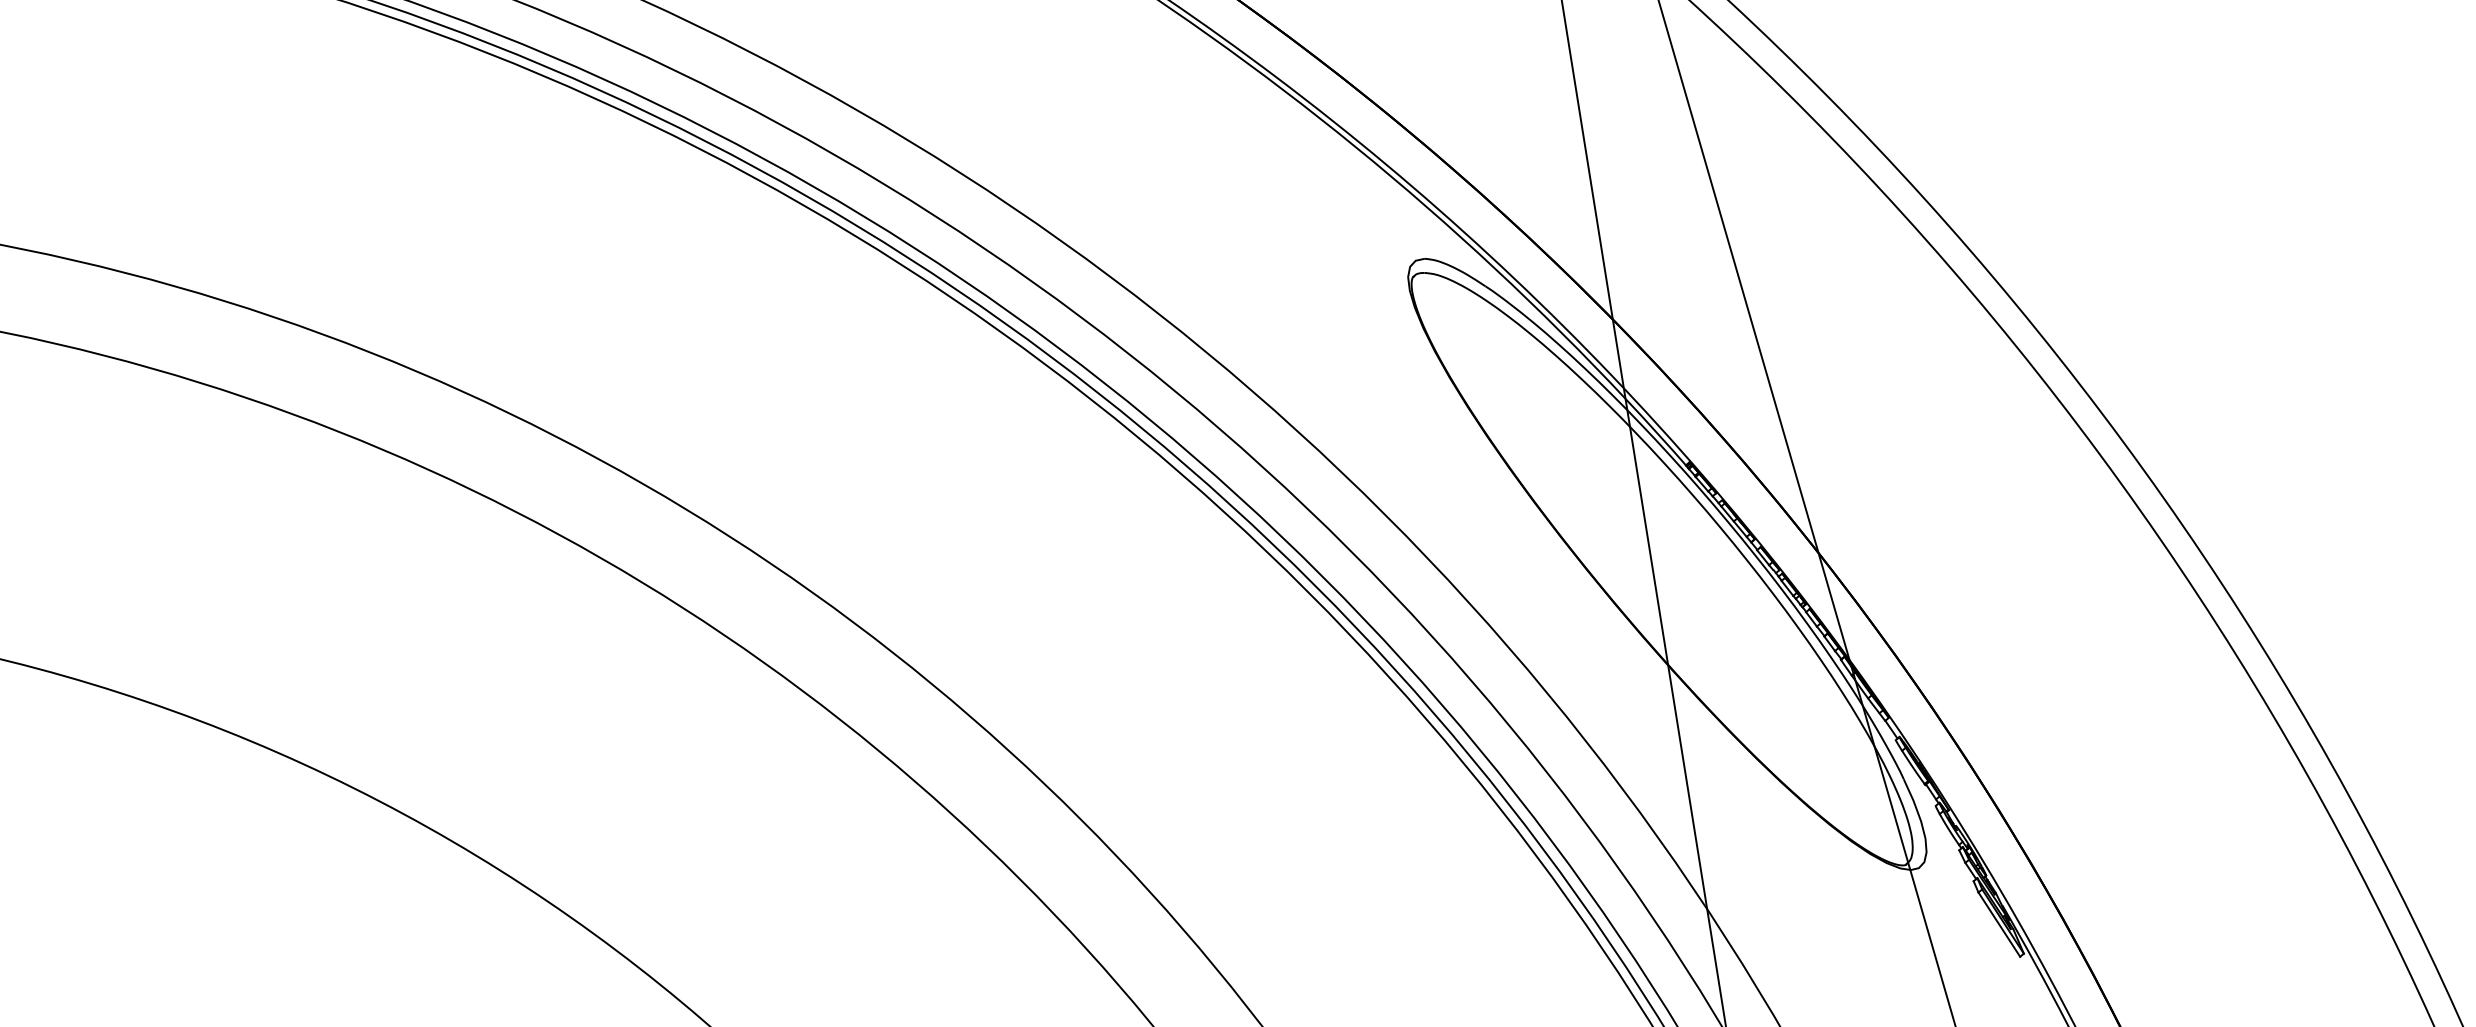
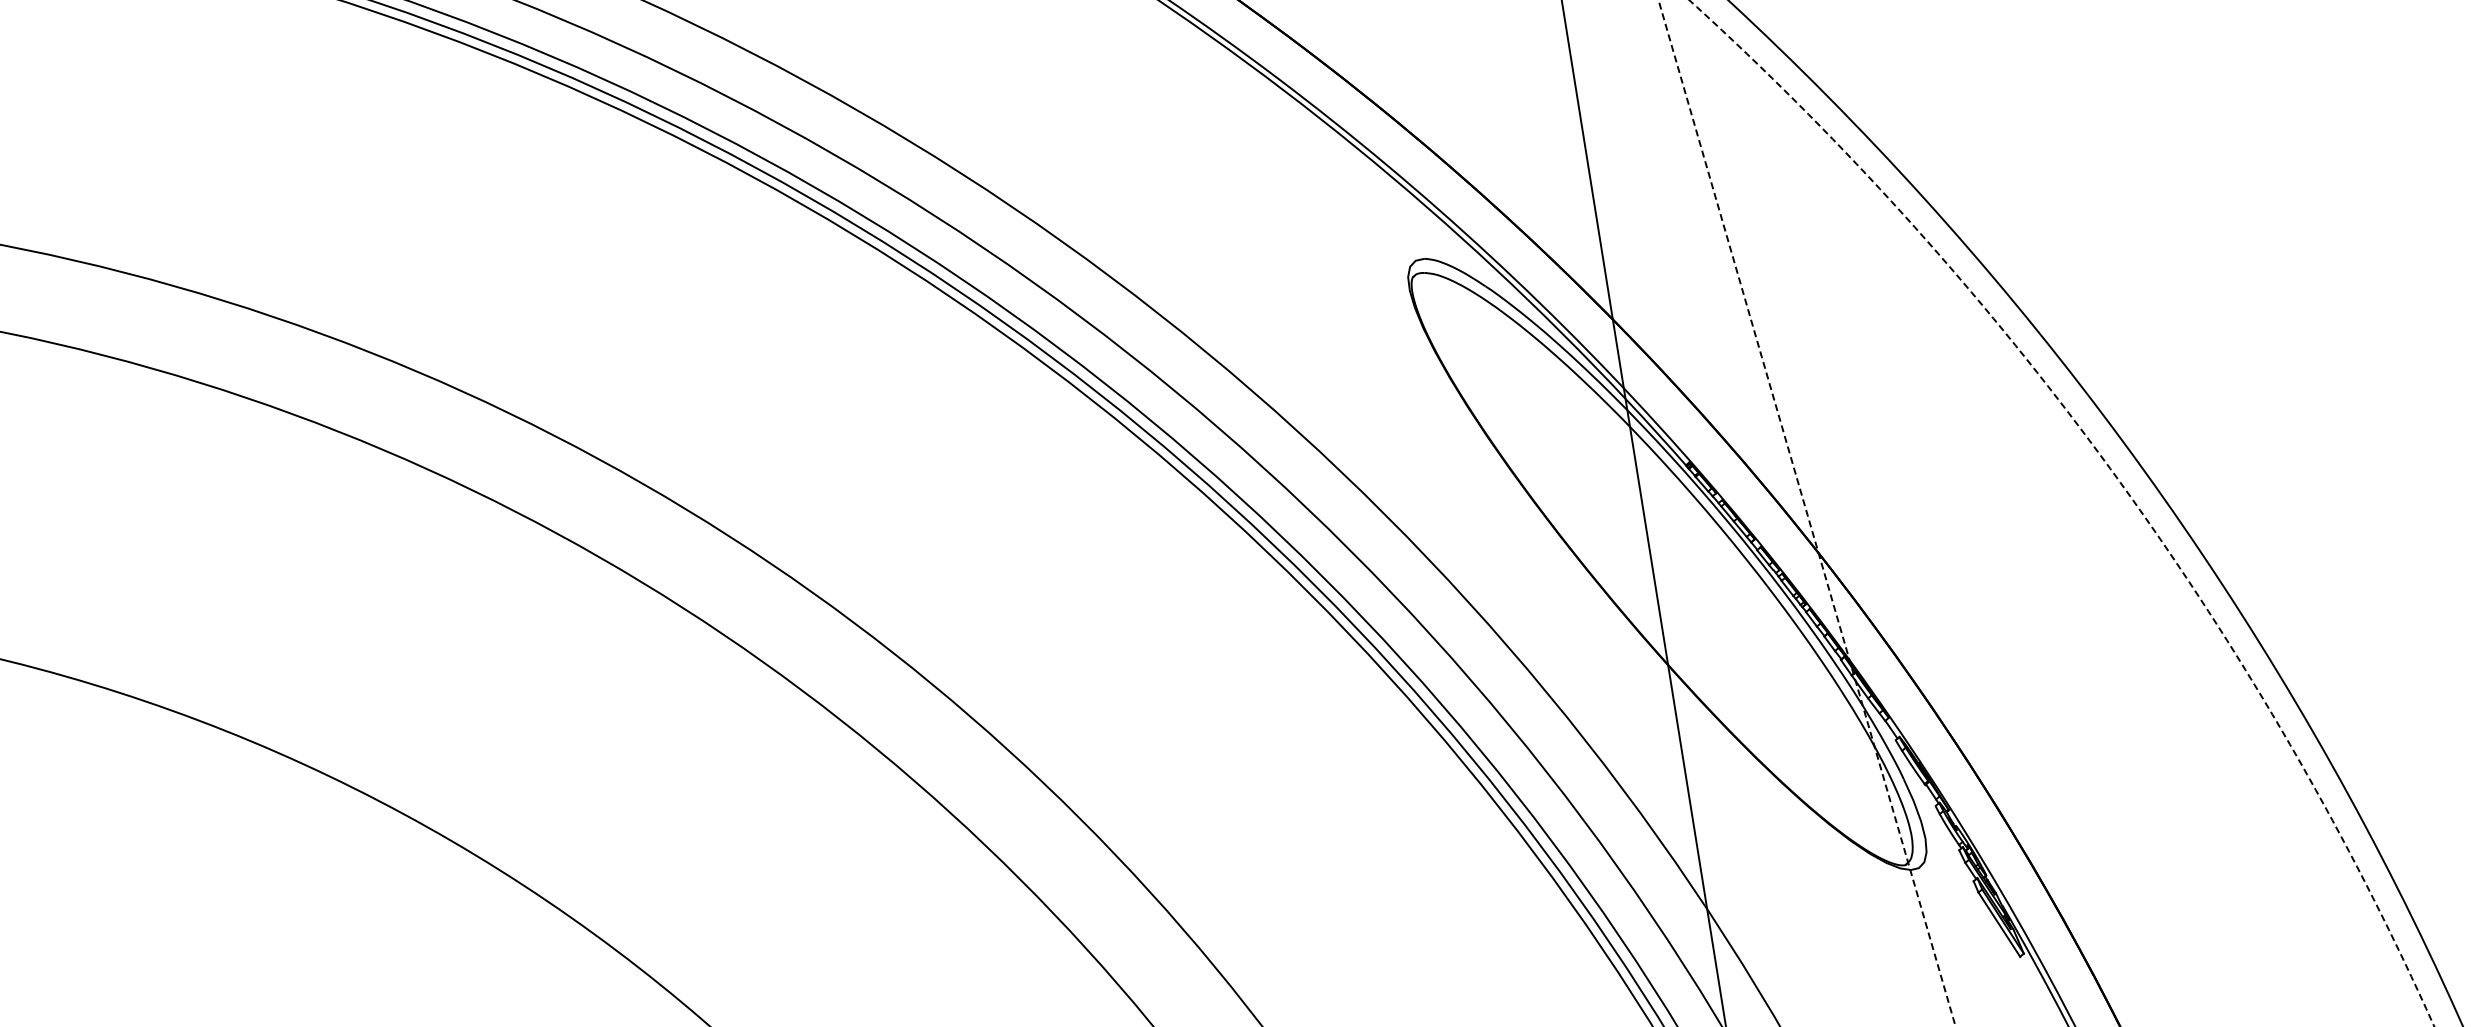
arc at (2114, 473): solid -> dashed
line at (1807, 513): solid -> dashed
